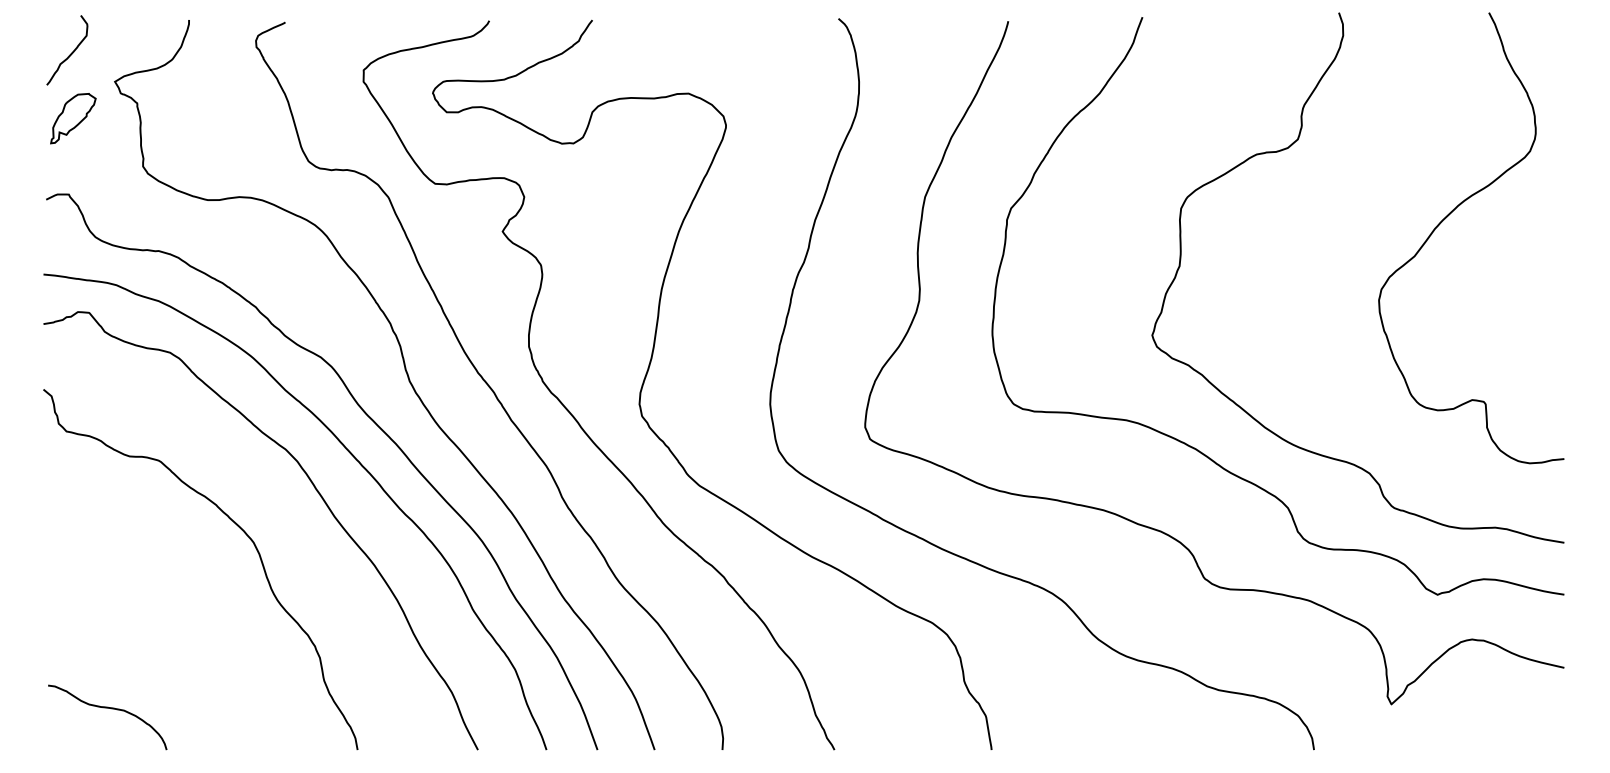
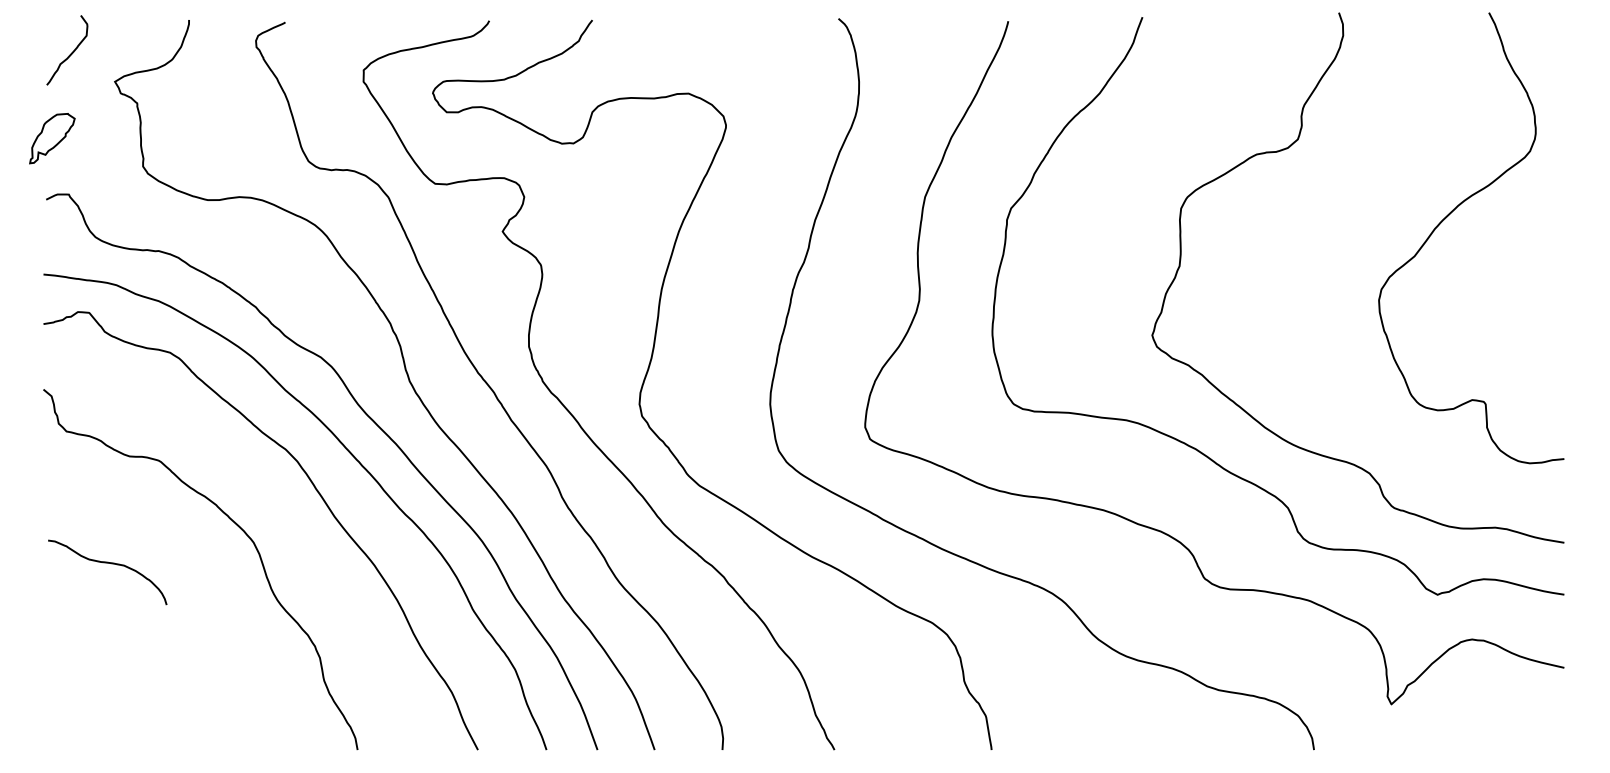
part at (73, 118) position: (73, 118) -> (52, 138)
curve at (111, 709) position: (111, 709) -> (111, 564)
